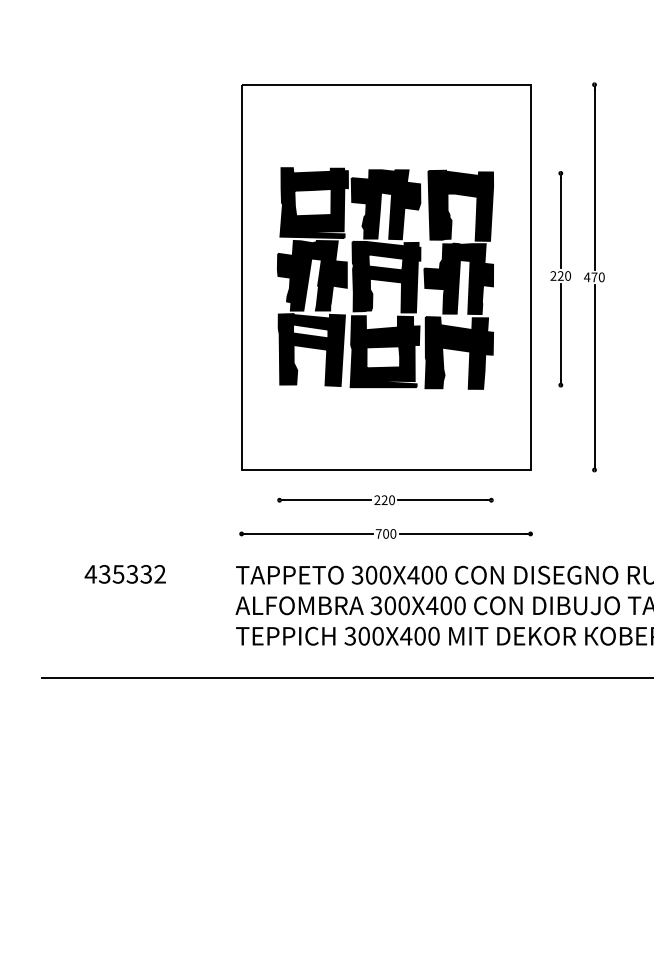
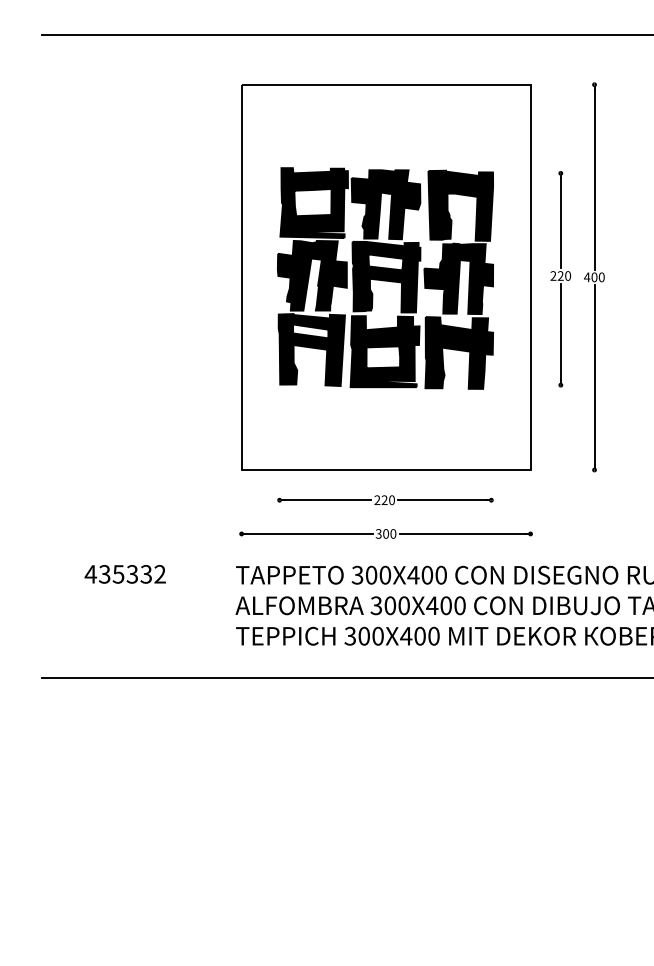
line at (345, 35): none -> present
text at (594, 277): 470 -> 400
text at (378, 533): 700 -> 300
